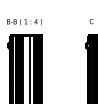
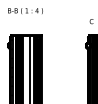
text at (24, 21) position: (24, 21) -> (25, 10)
